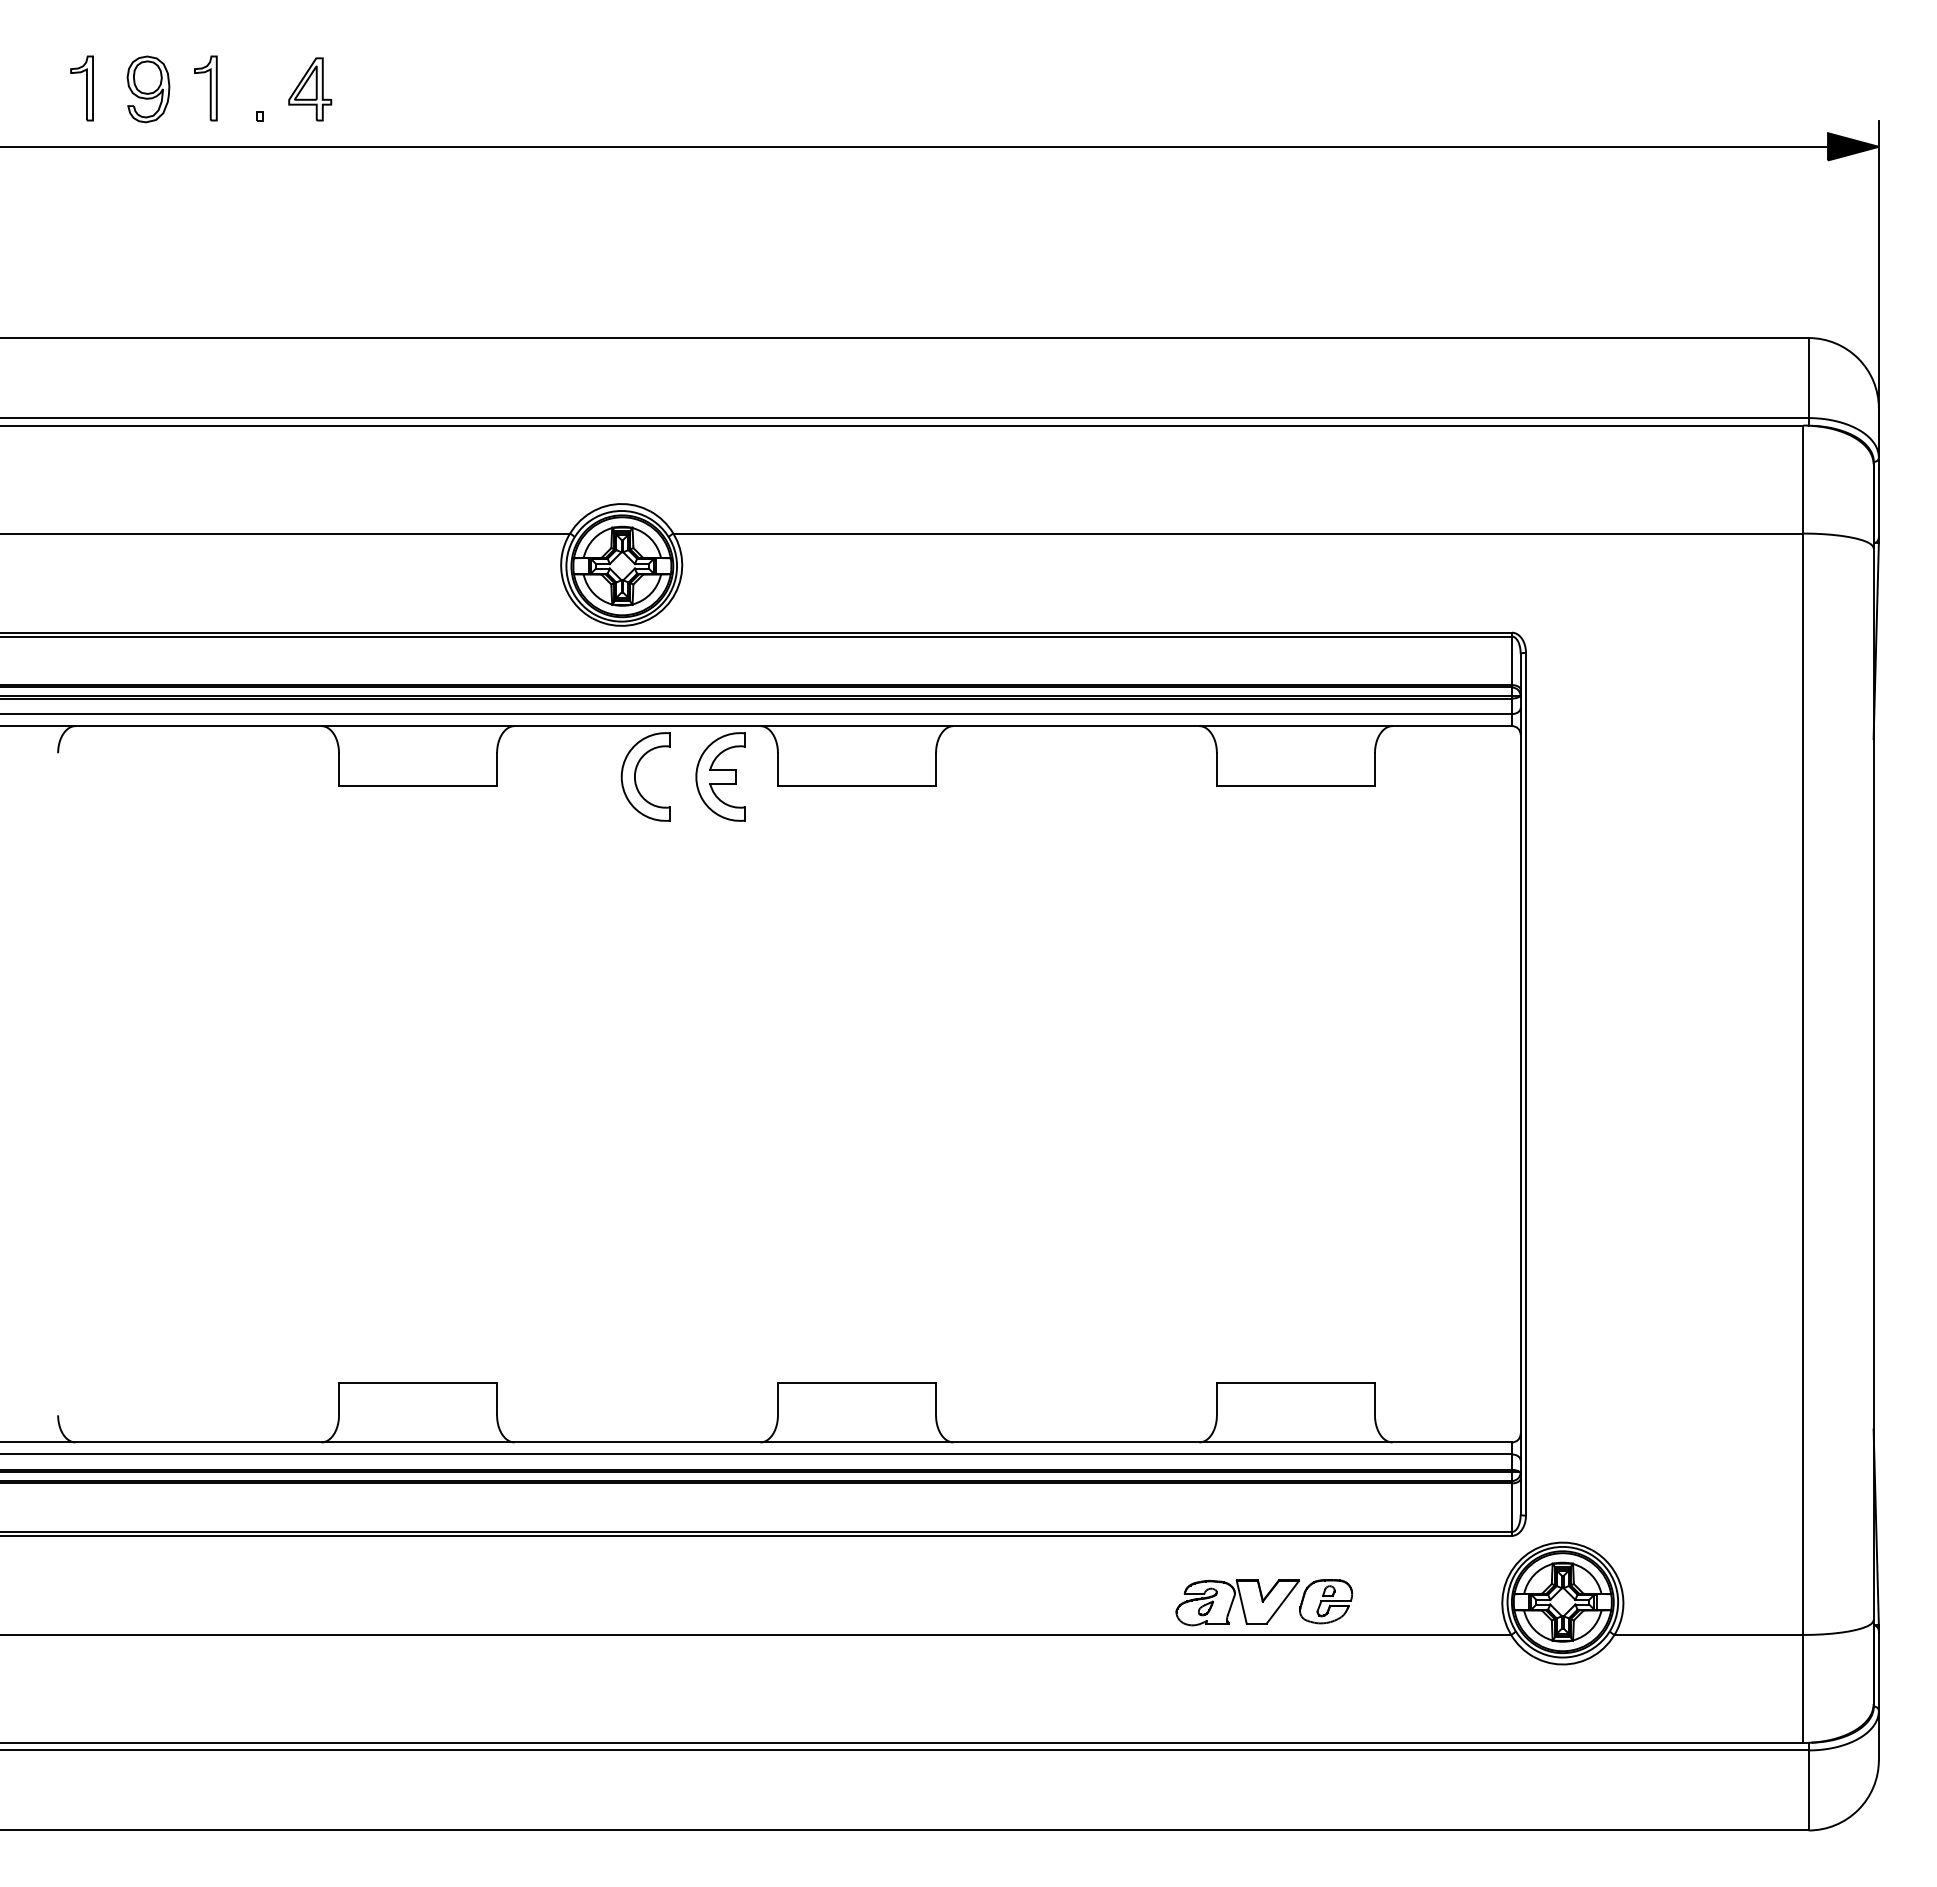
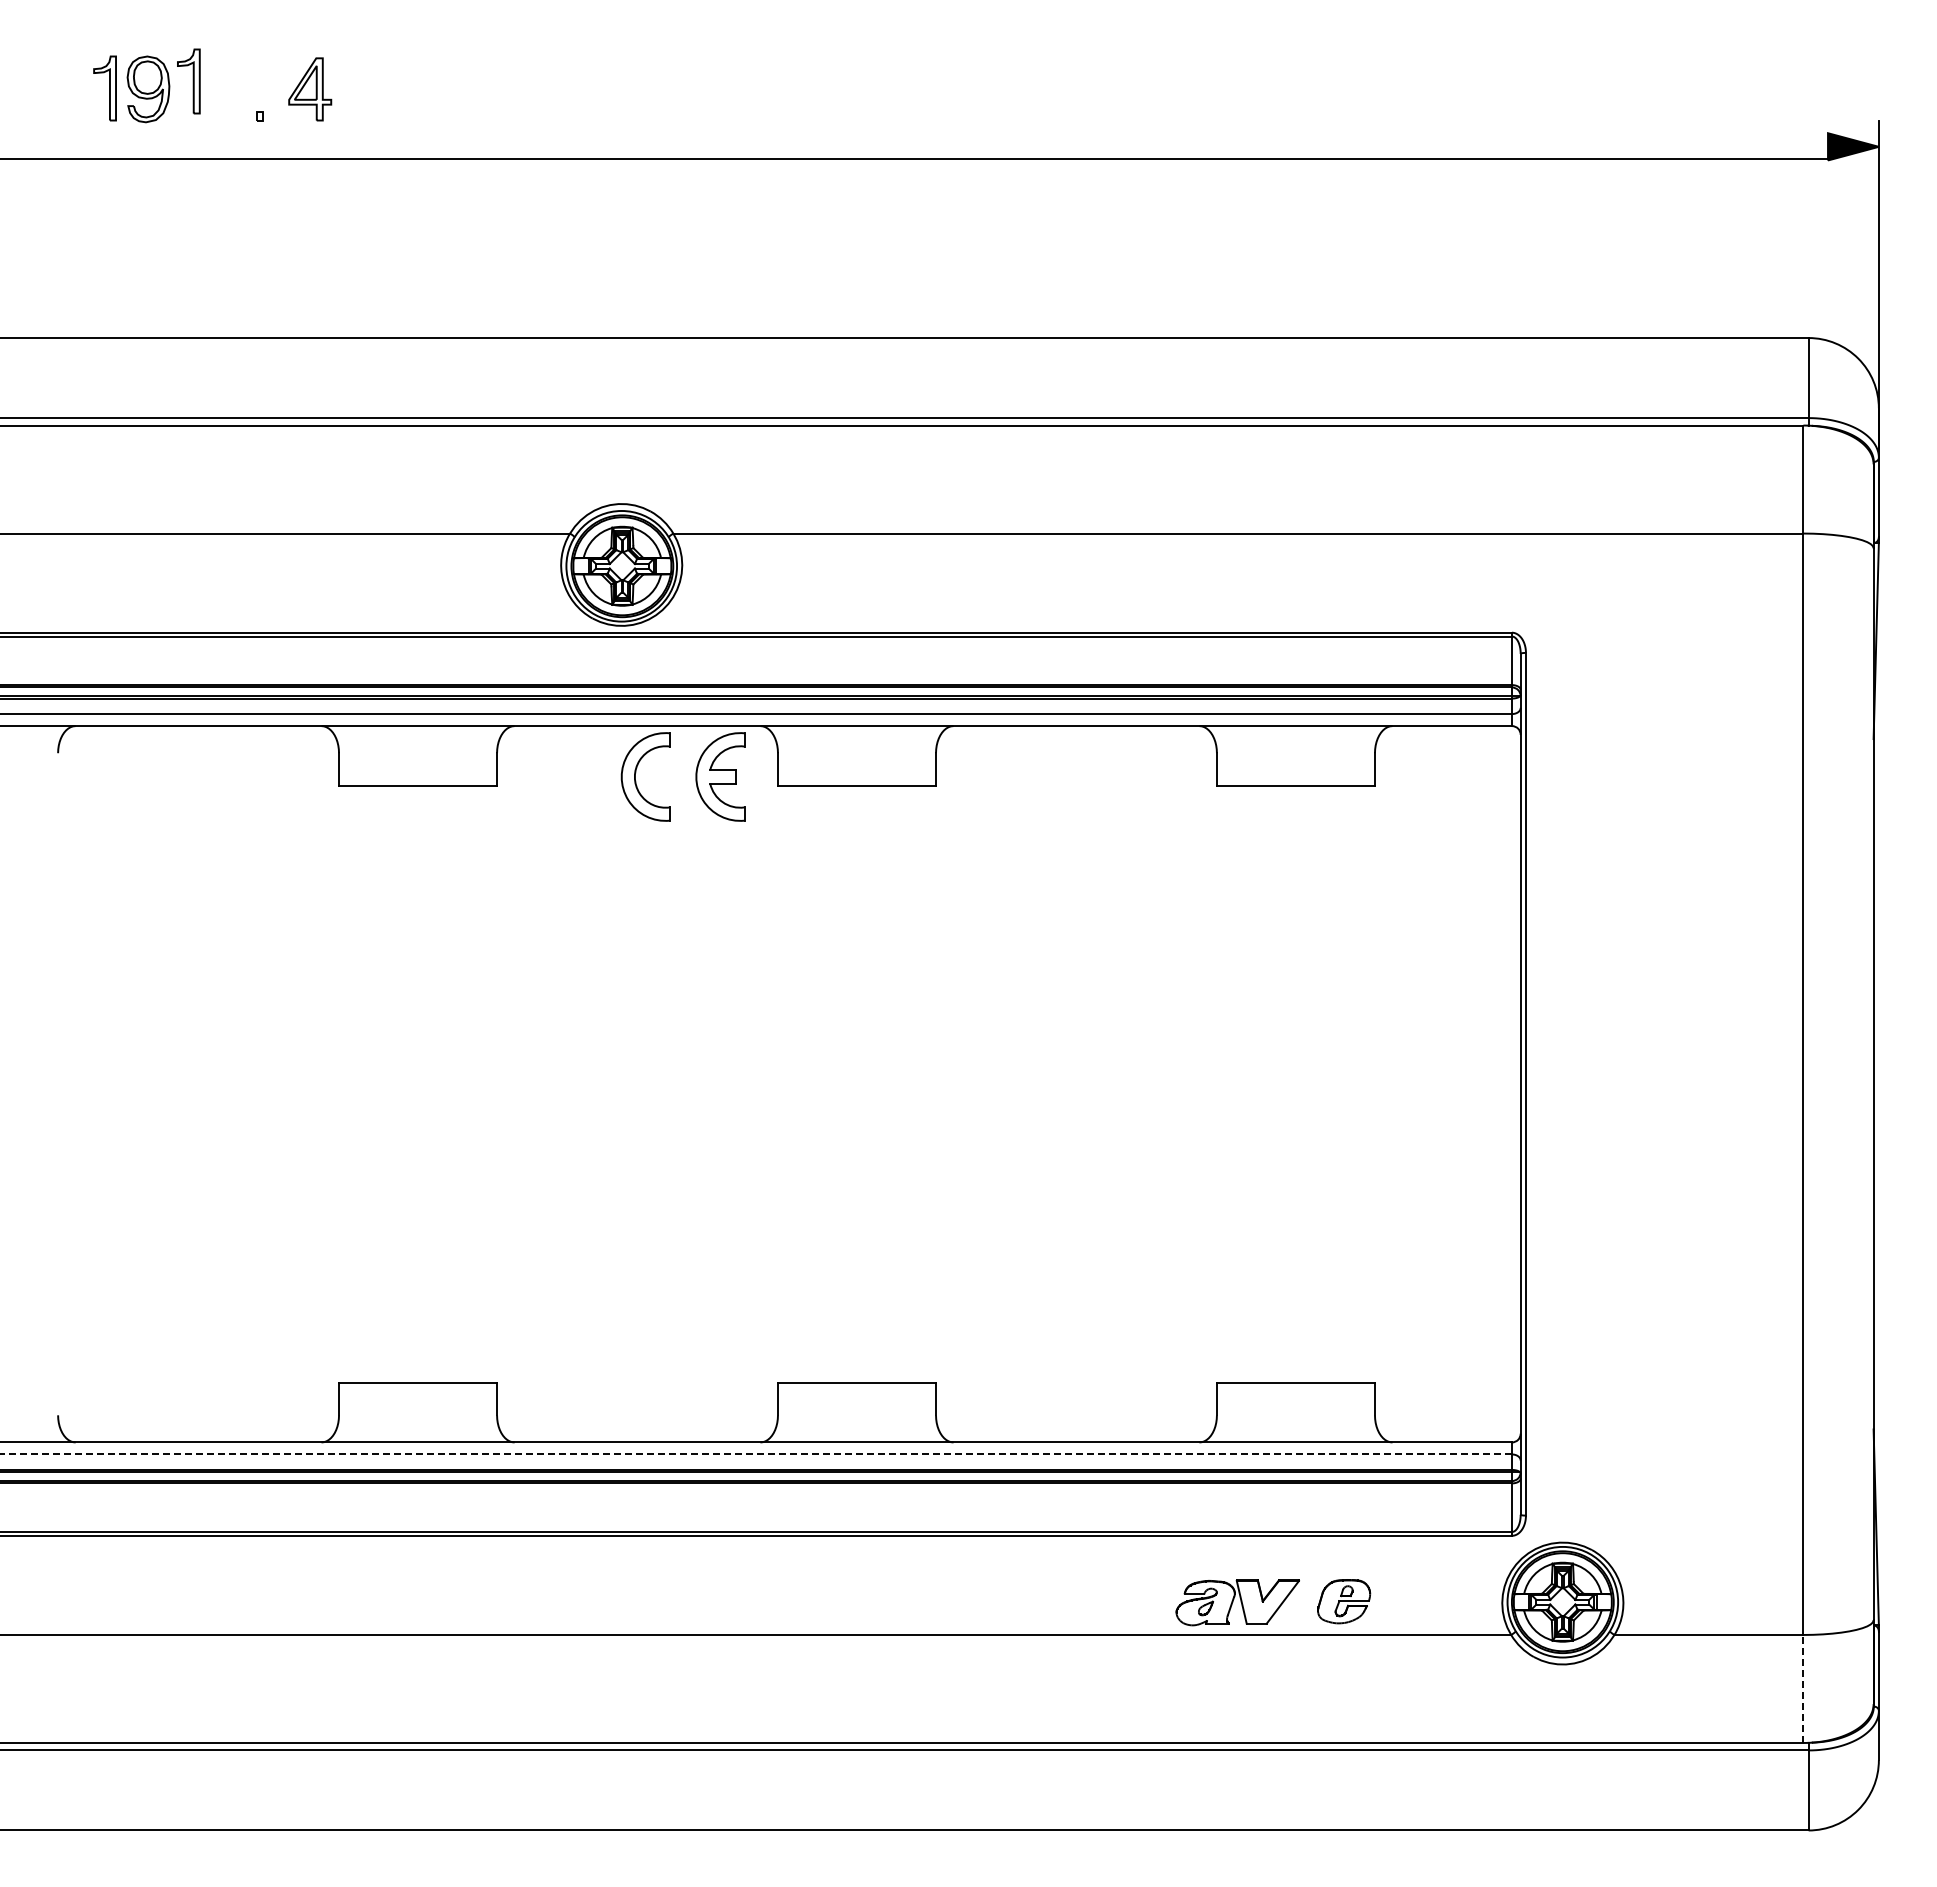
part at (81, 88) position: (81, 88) -> (104, 88)
part at (205, 88) position: (205, 88) -> (188, 81)
line at (915, 146) position: (915, 146) -> (915, 158)
line at (756, 1454): solid -> dashed
part at (1326, 1601) position: (1326, 1601) -> (1344, 1601)
line at (1803, 1688): solid -> dashed
